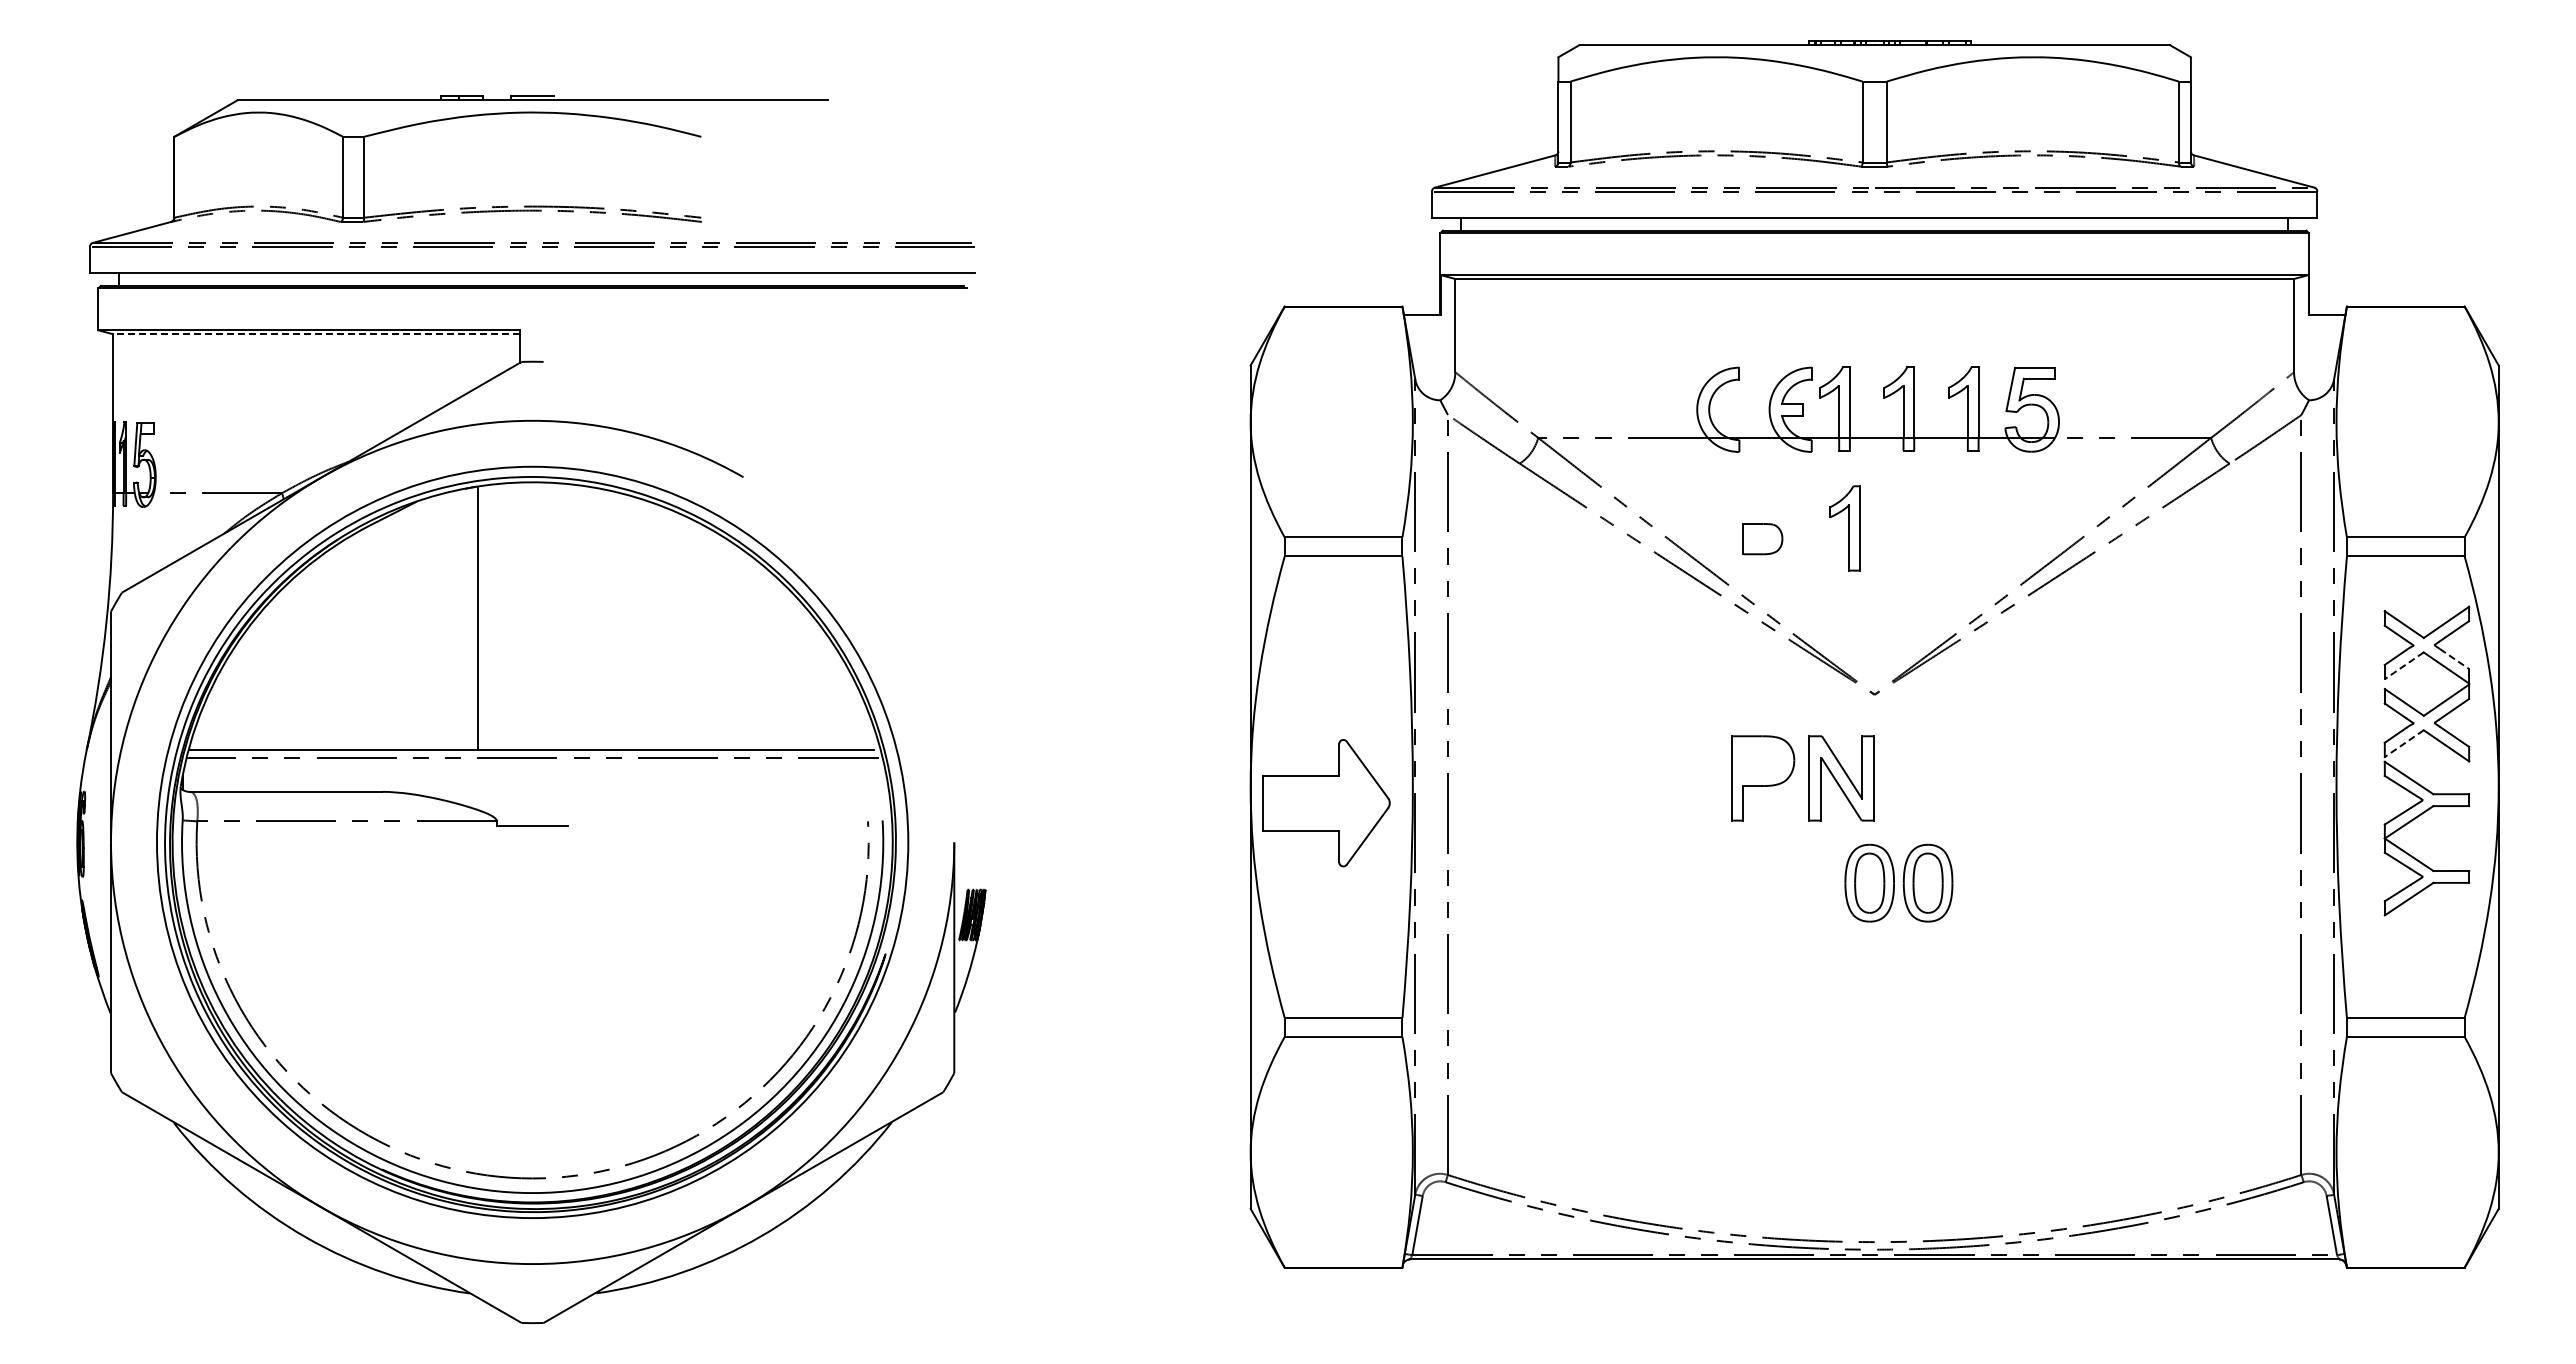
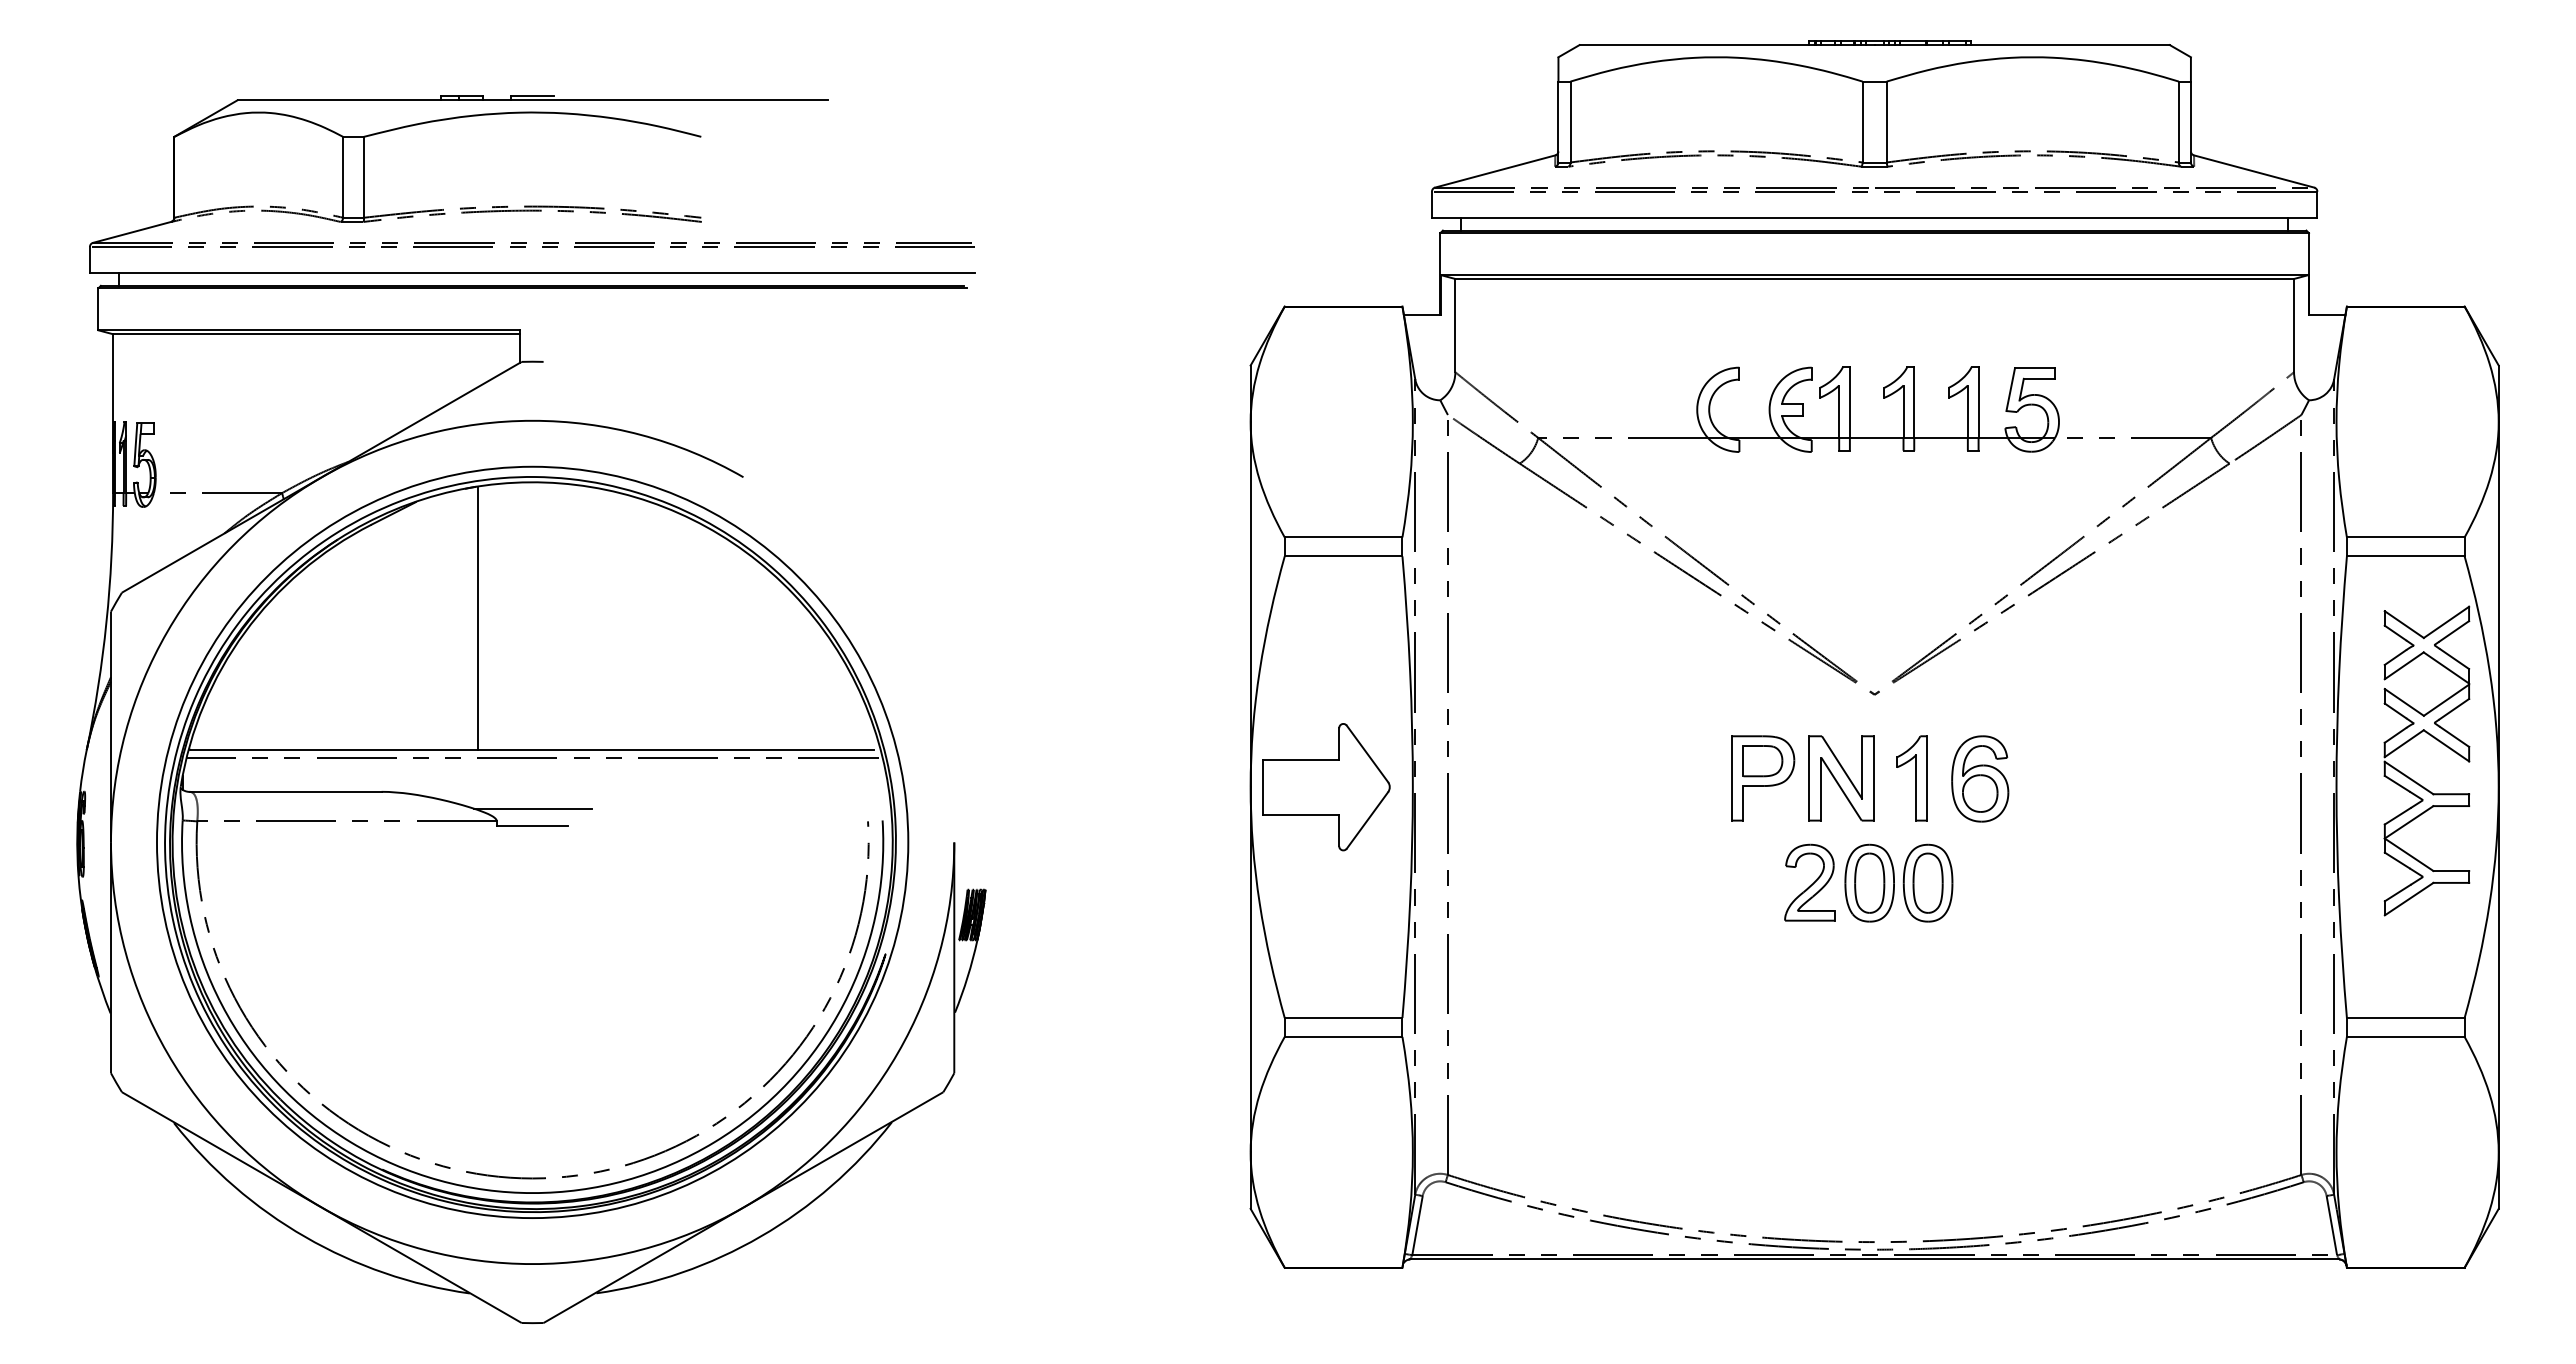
line at (316, 334): dashed -> solid
part at (1844, 528) position: (1844, 528) -> (1911, 778)
part at (1762, 539) position: (1762, 539) -> (1762, 761)
line at (2454, 659): dashed -> solid
line at (2404, 665): dashed -> solid
line at (2404, 743): dashed -> solid
part at (1980, 778): none -> present
part at (1326, 803) position: (1326, 803) -> (1326, 787)
line at (532, 808): none -> present
part at (1809, 882): none -> present
